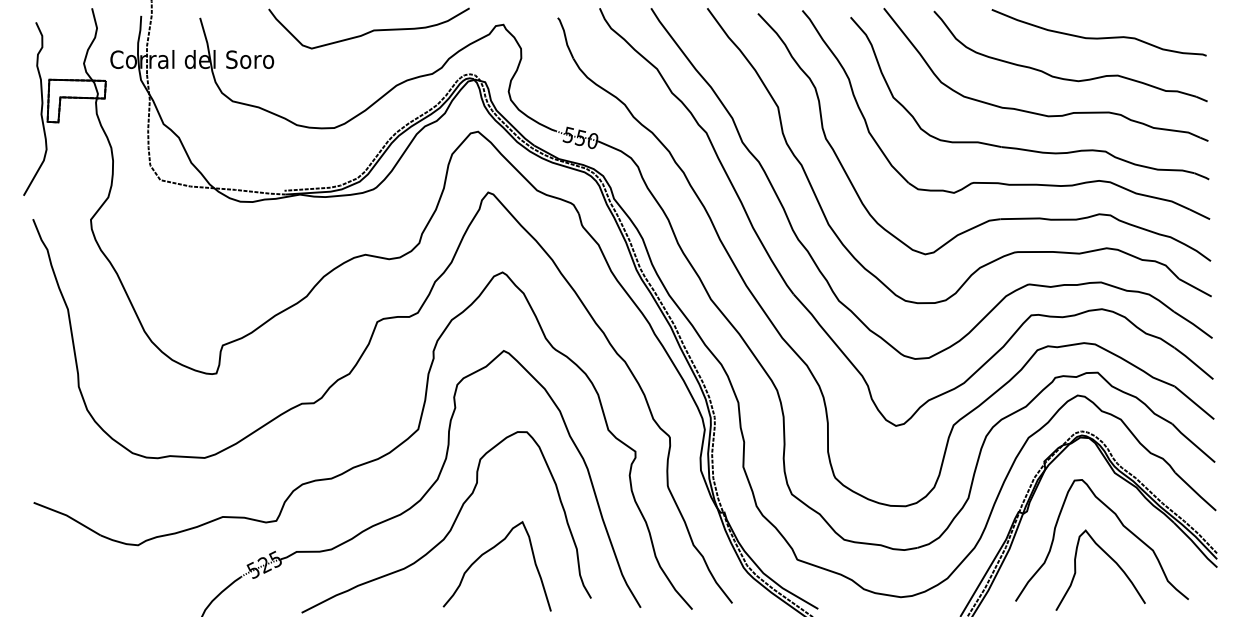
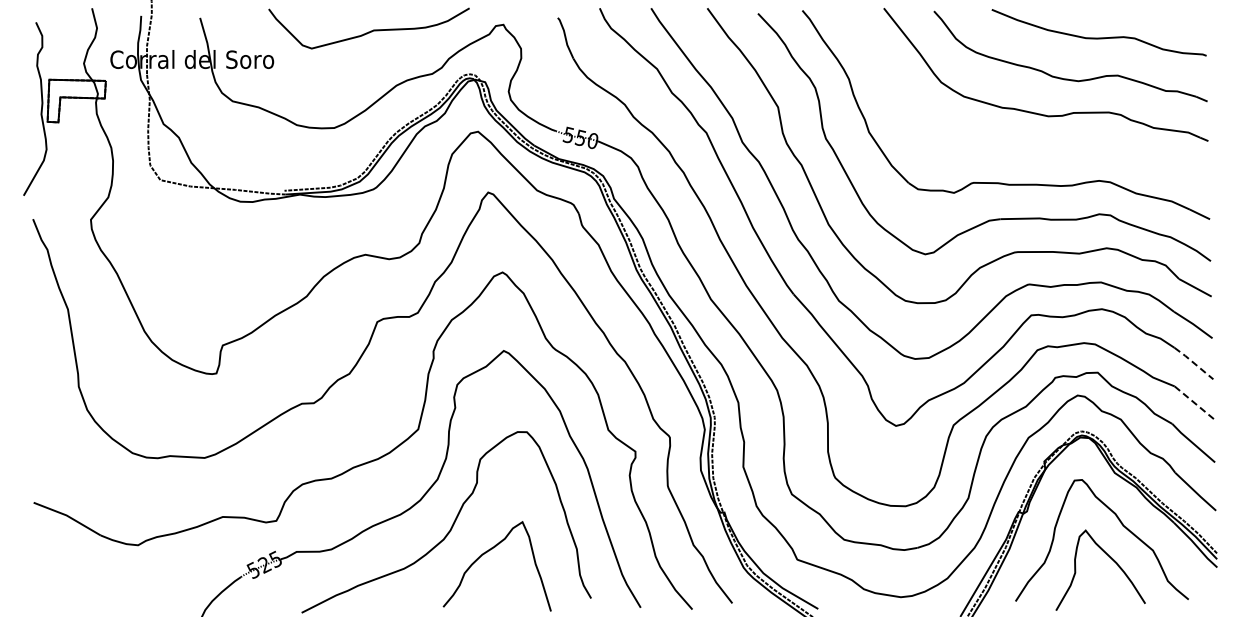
part at (1023, 148): present -> none
line at (1193, 362): solid -> dashed
line at (1194, 402): solid -> dashed
